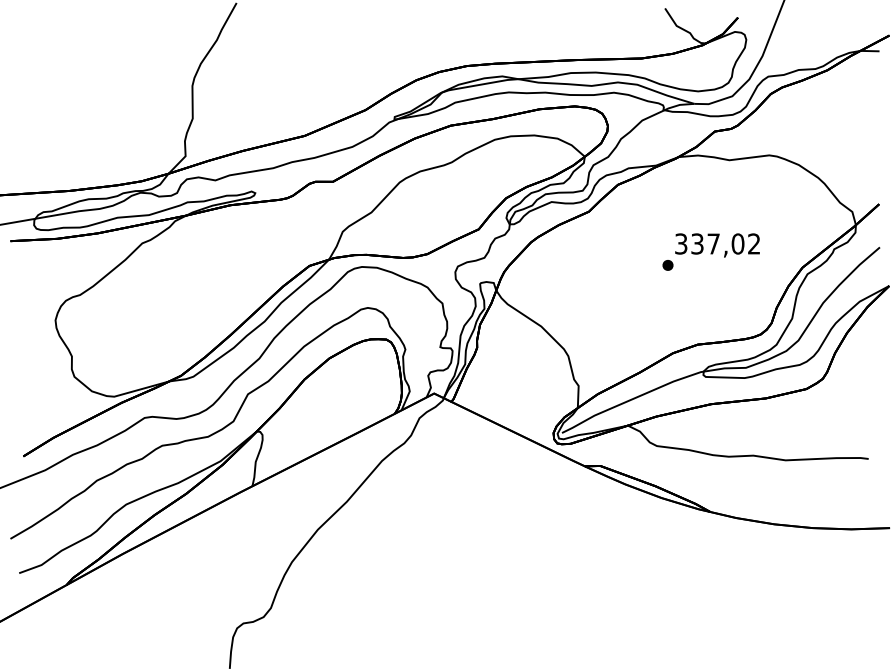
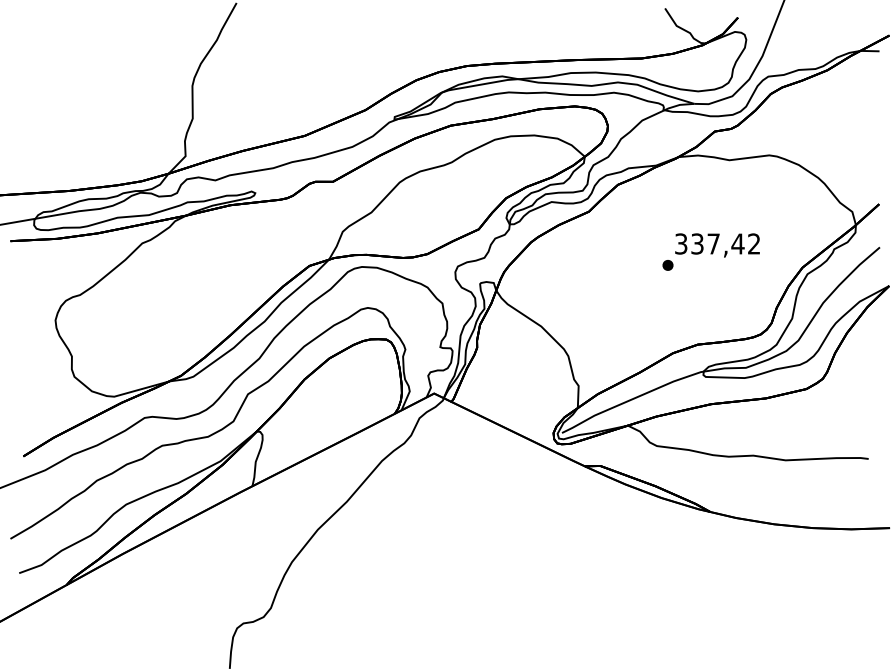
text at (737, 243): 337,02 -> 337,42
